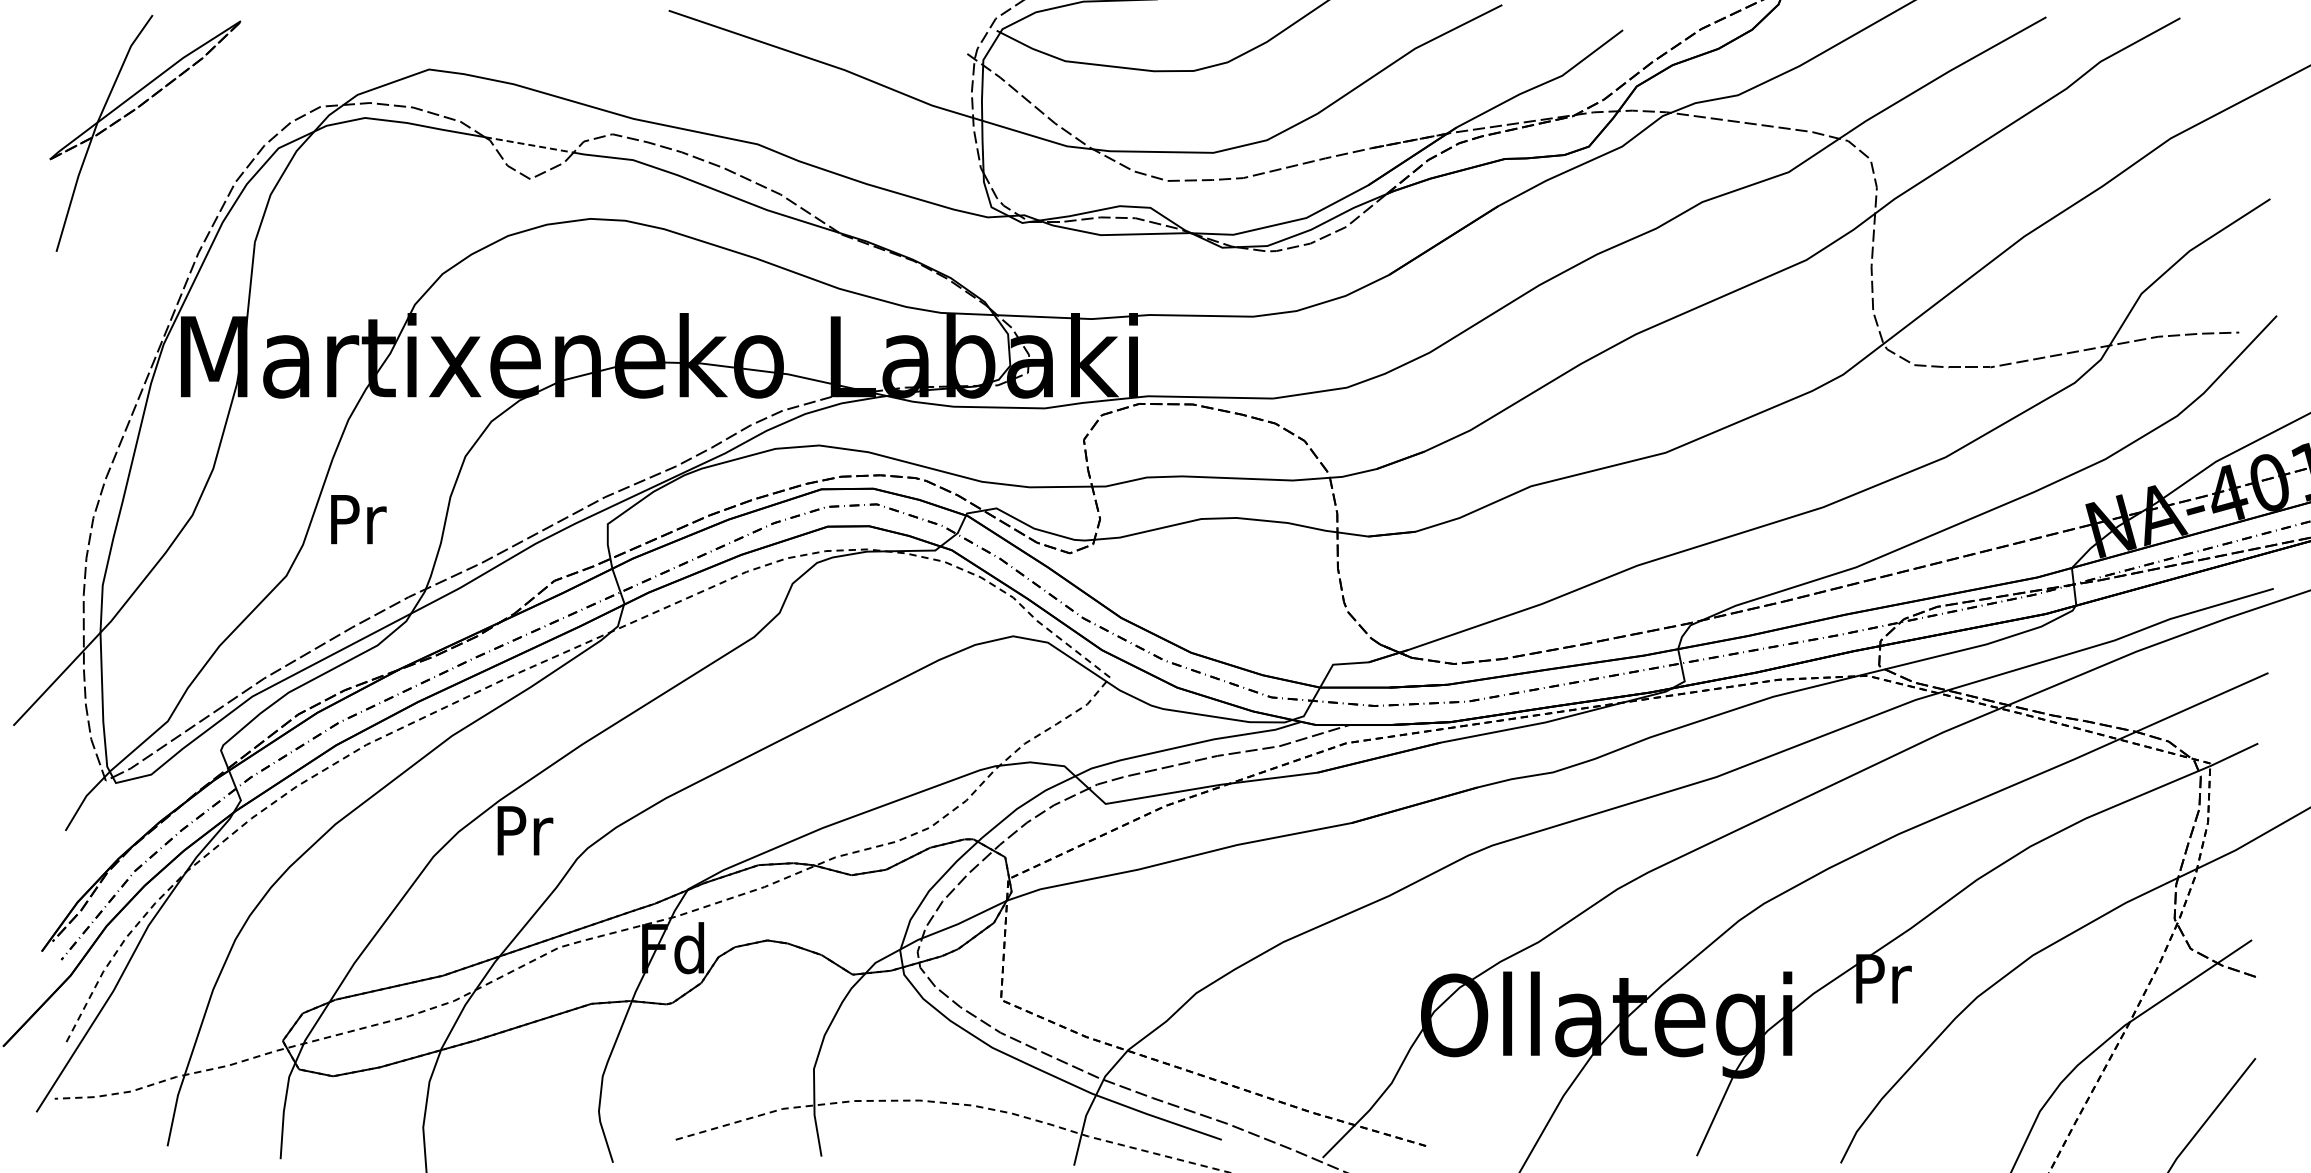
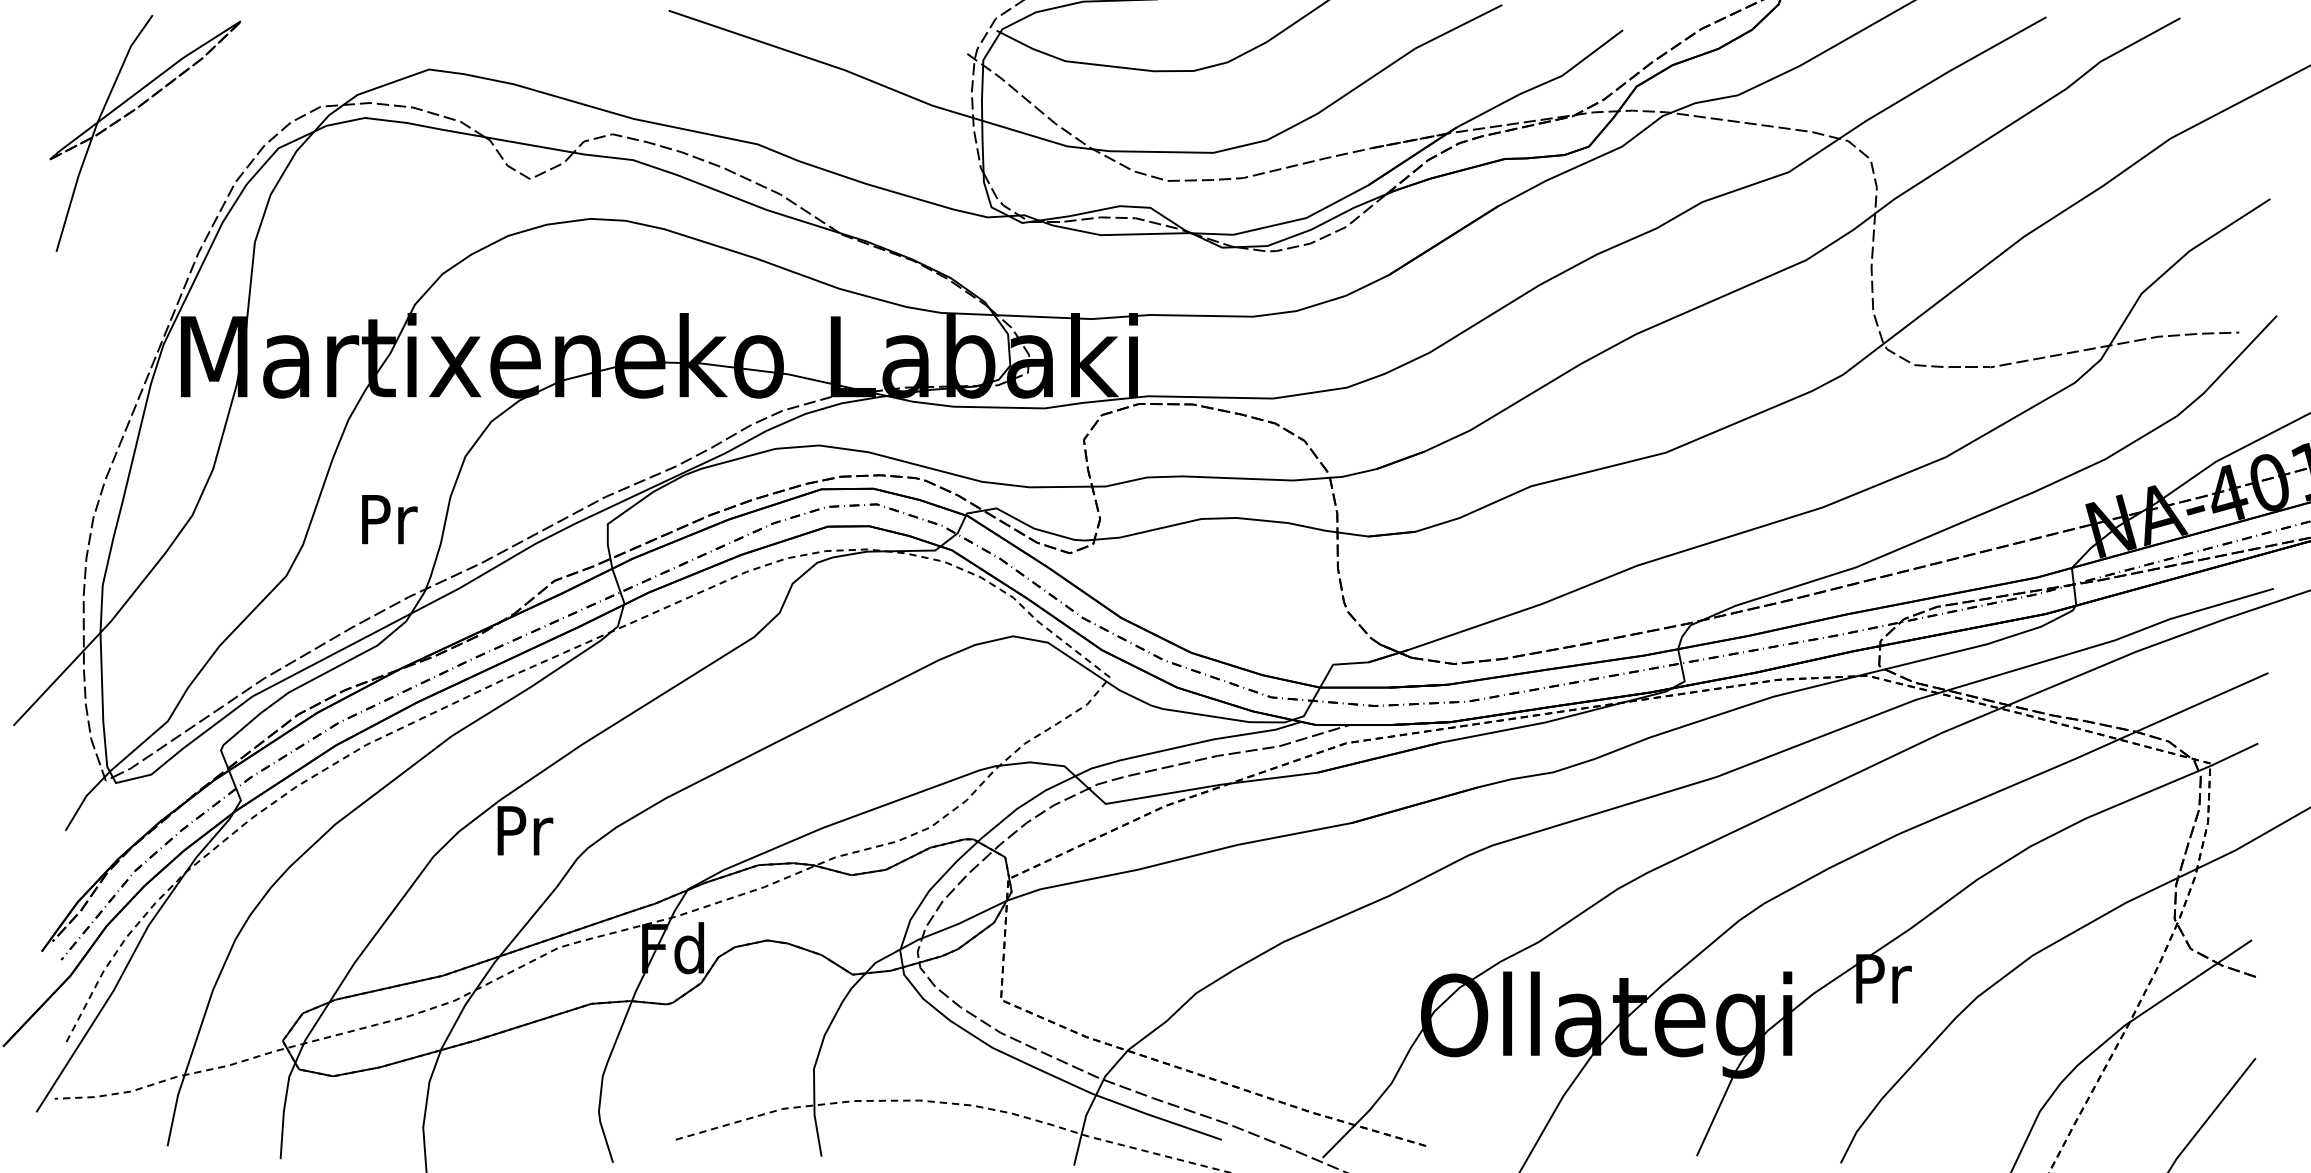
line at (529, 144): dashed -> solid
text at (358, 519) position: (358, 519) -> (389, 519)
